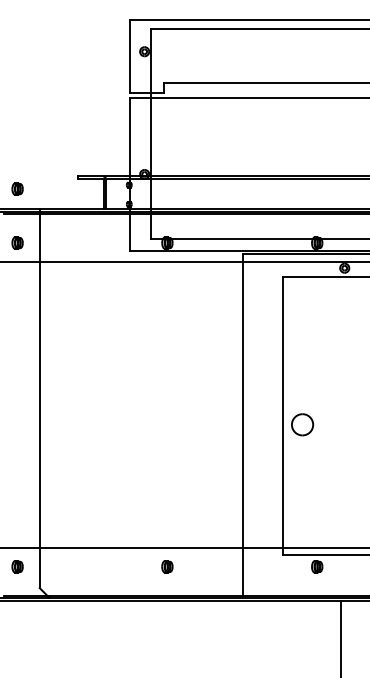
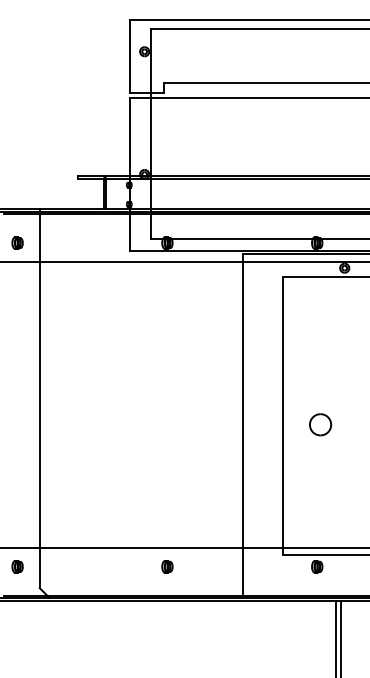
part at (17, 188): present -> none
part at (302, 424) position: (302, 424) -> (320, 424)
line at (336, 637): none -> present
